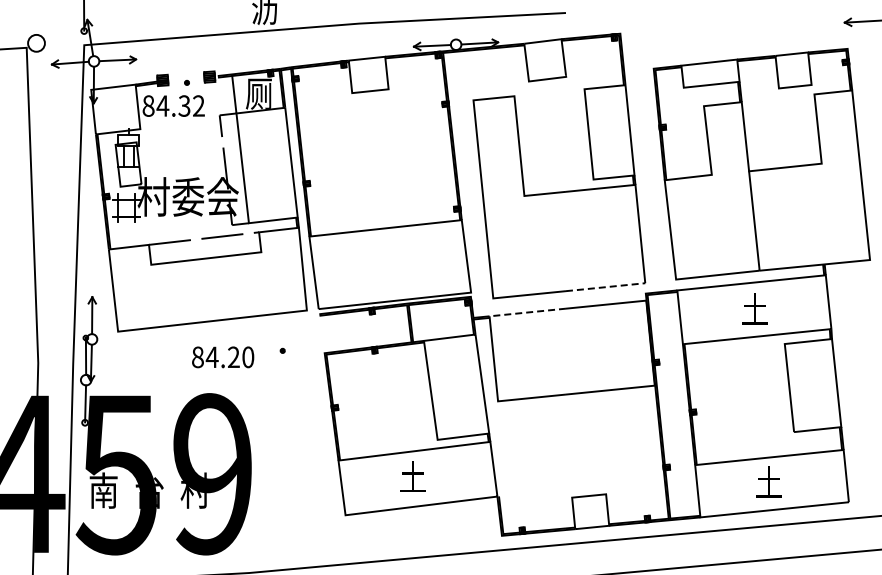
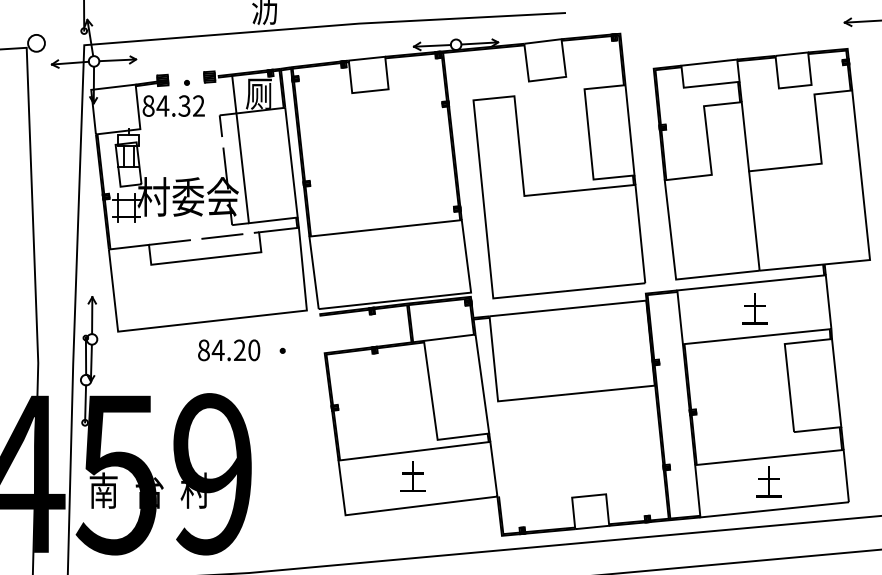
line at (605, 287): dashed -> solid
line at (527, 312): dashed -> solid
text at (223, 357) position: (223, 357) -> (229, 350)
